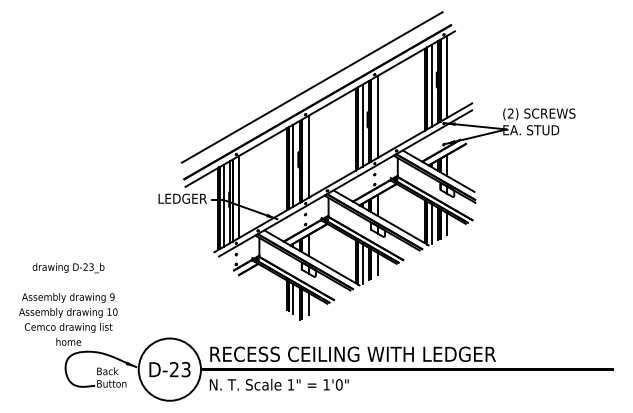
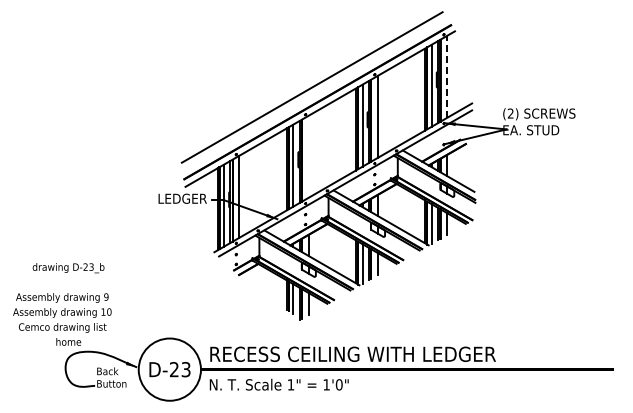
line at (446, 76): solid -> dashed
line at (308, 156): present -> none
text at (68, 312) position: (68, 312) -> (62, 312)
